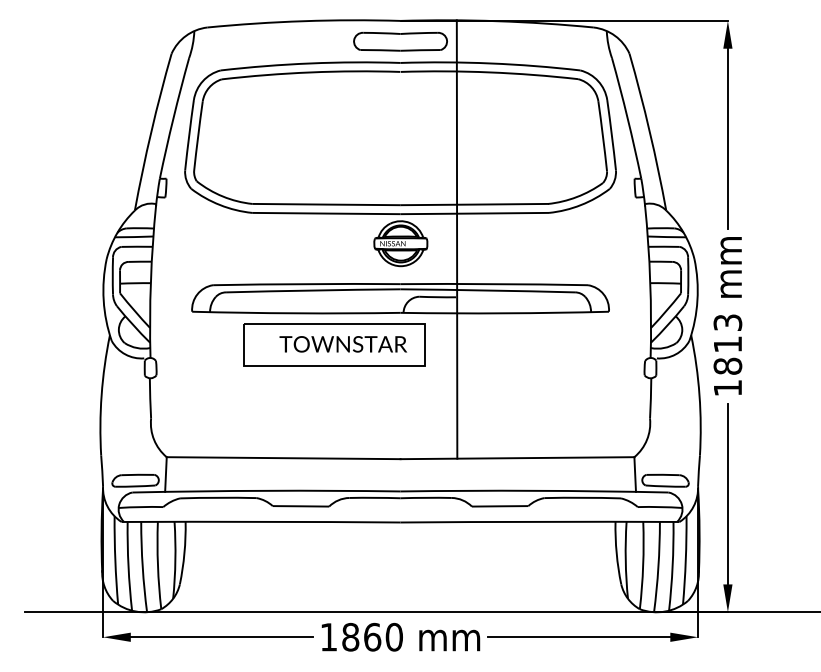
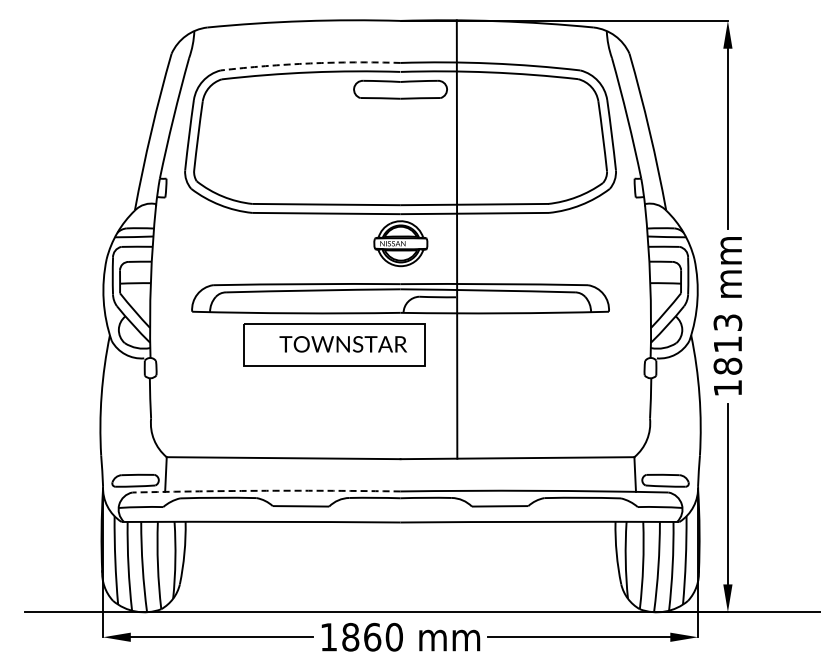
part at (400, 41) position: (400, 41) -> (400, 89)
arc at (310, 63): solid -> dashed
arc at (266, 490): solid -> dashed
